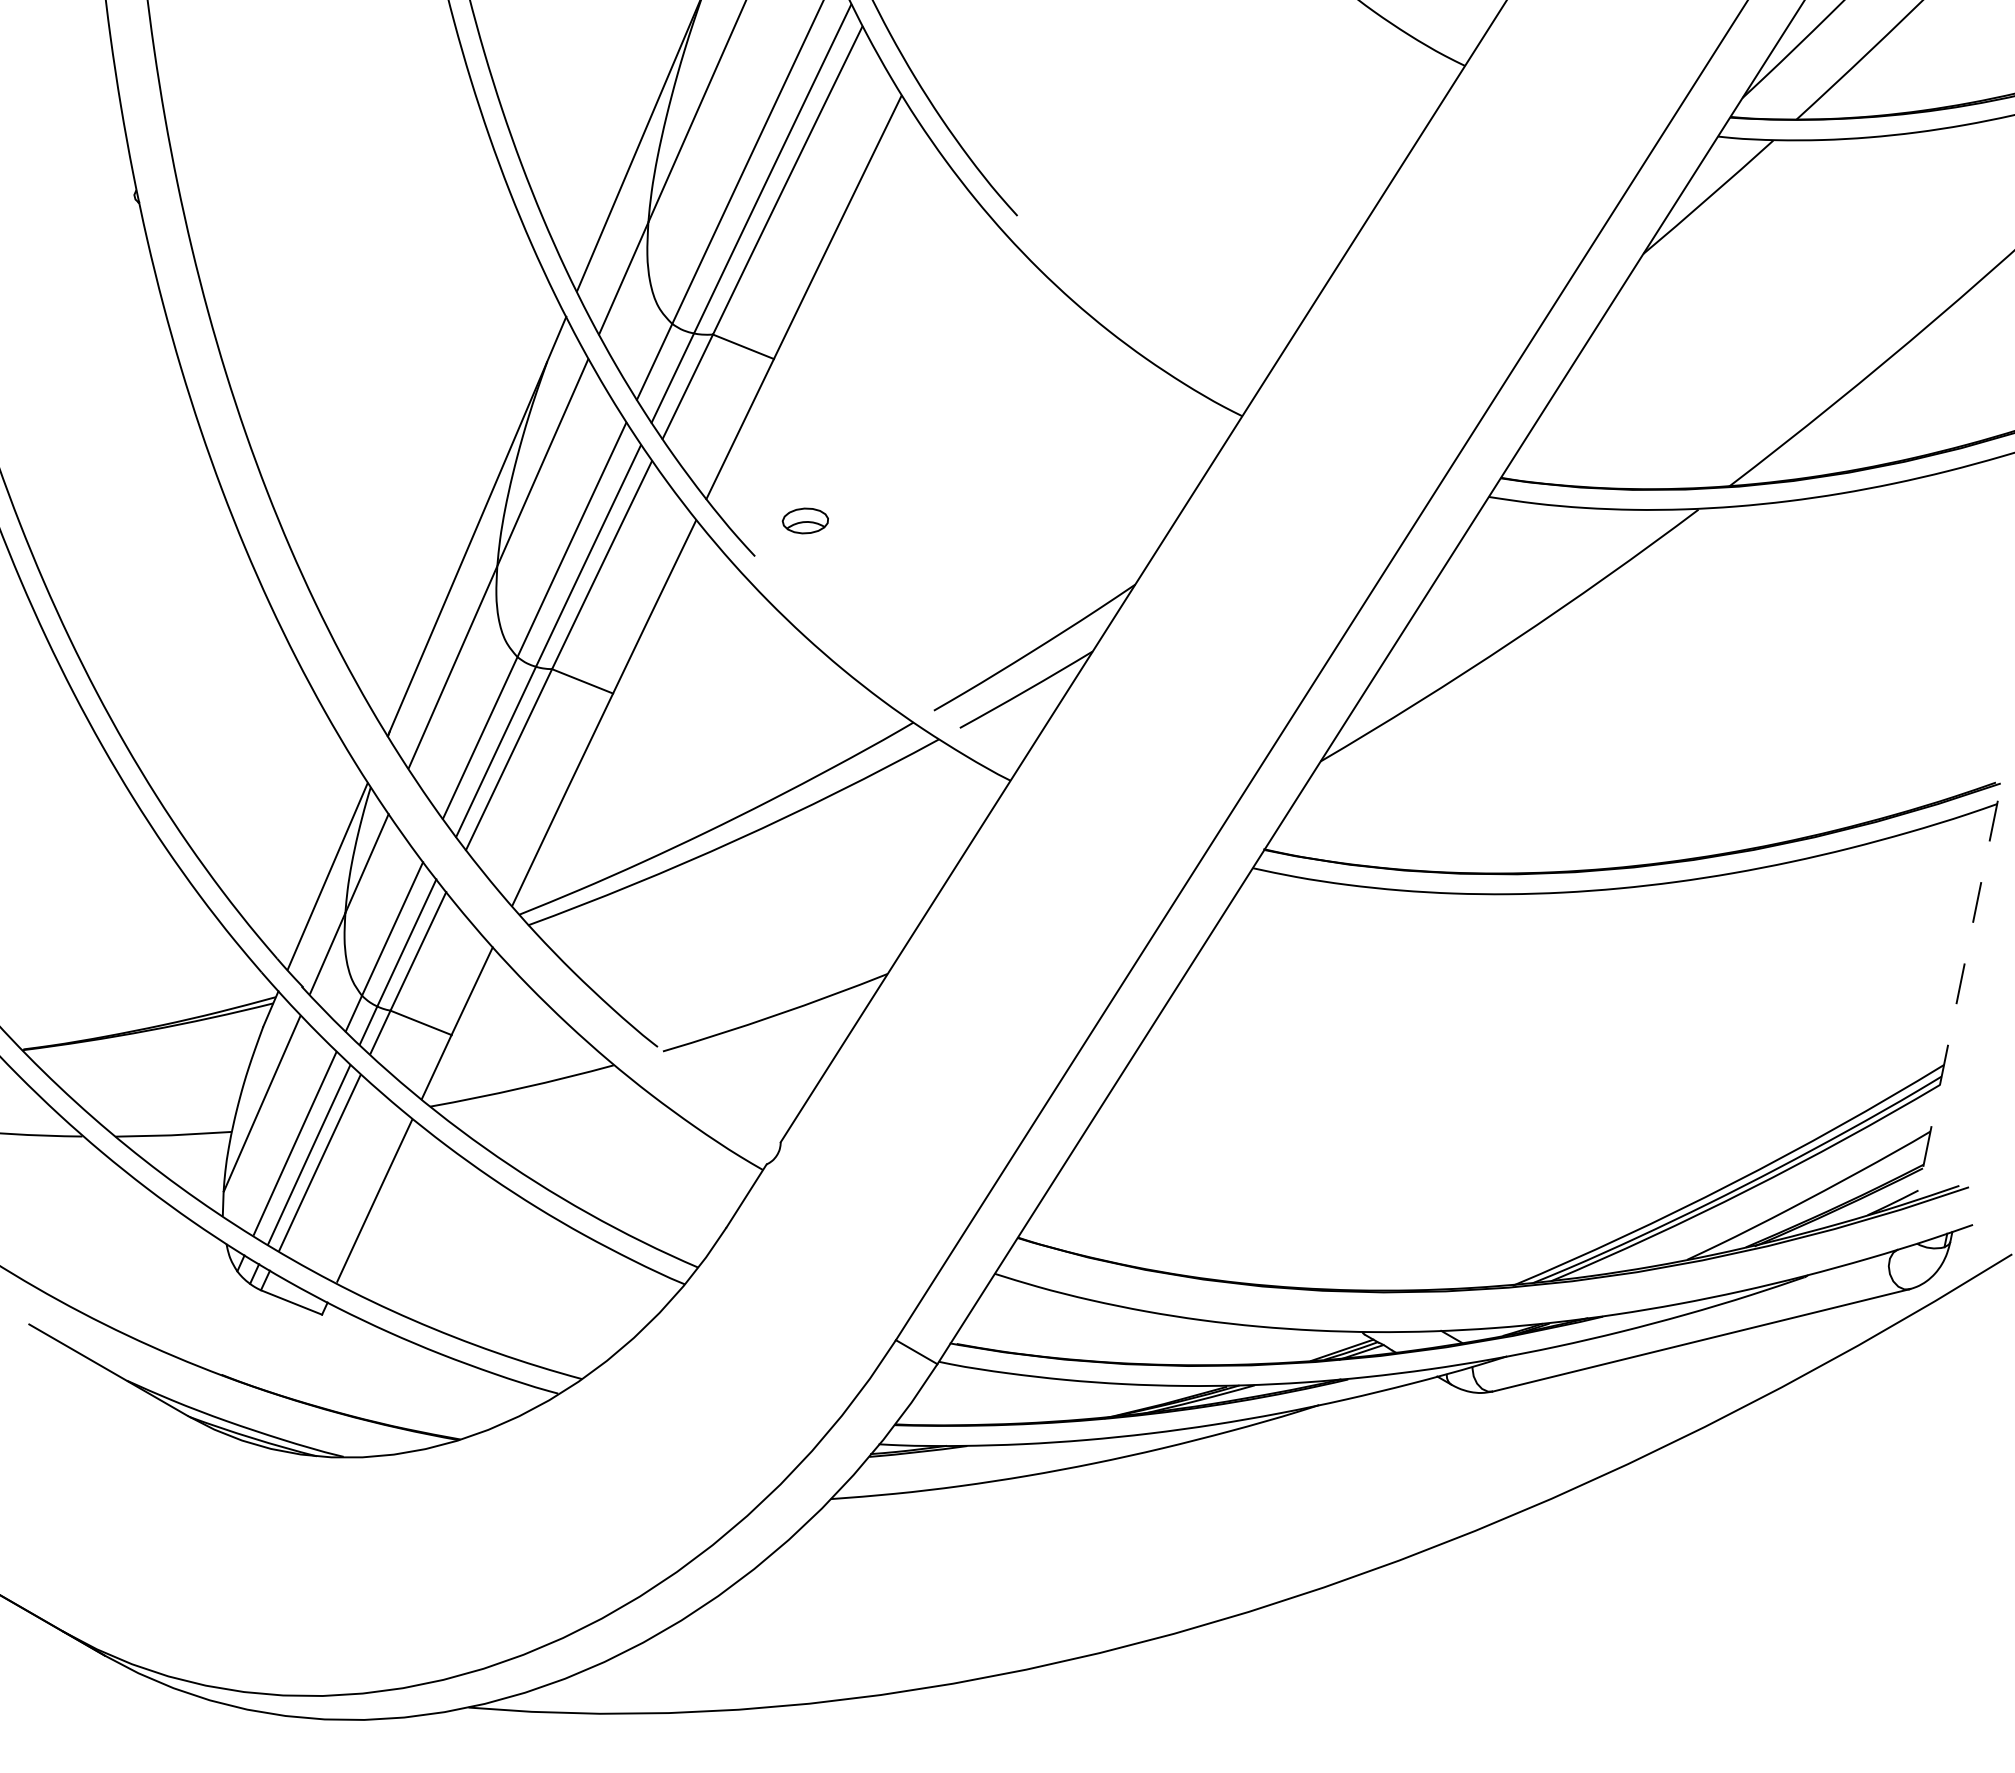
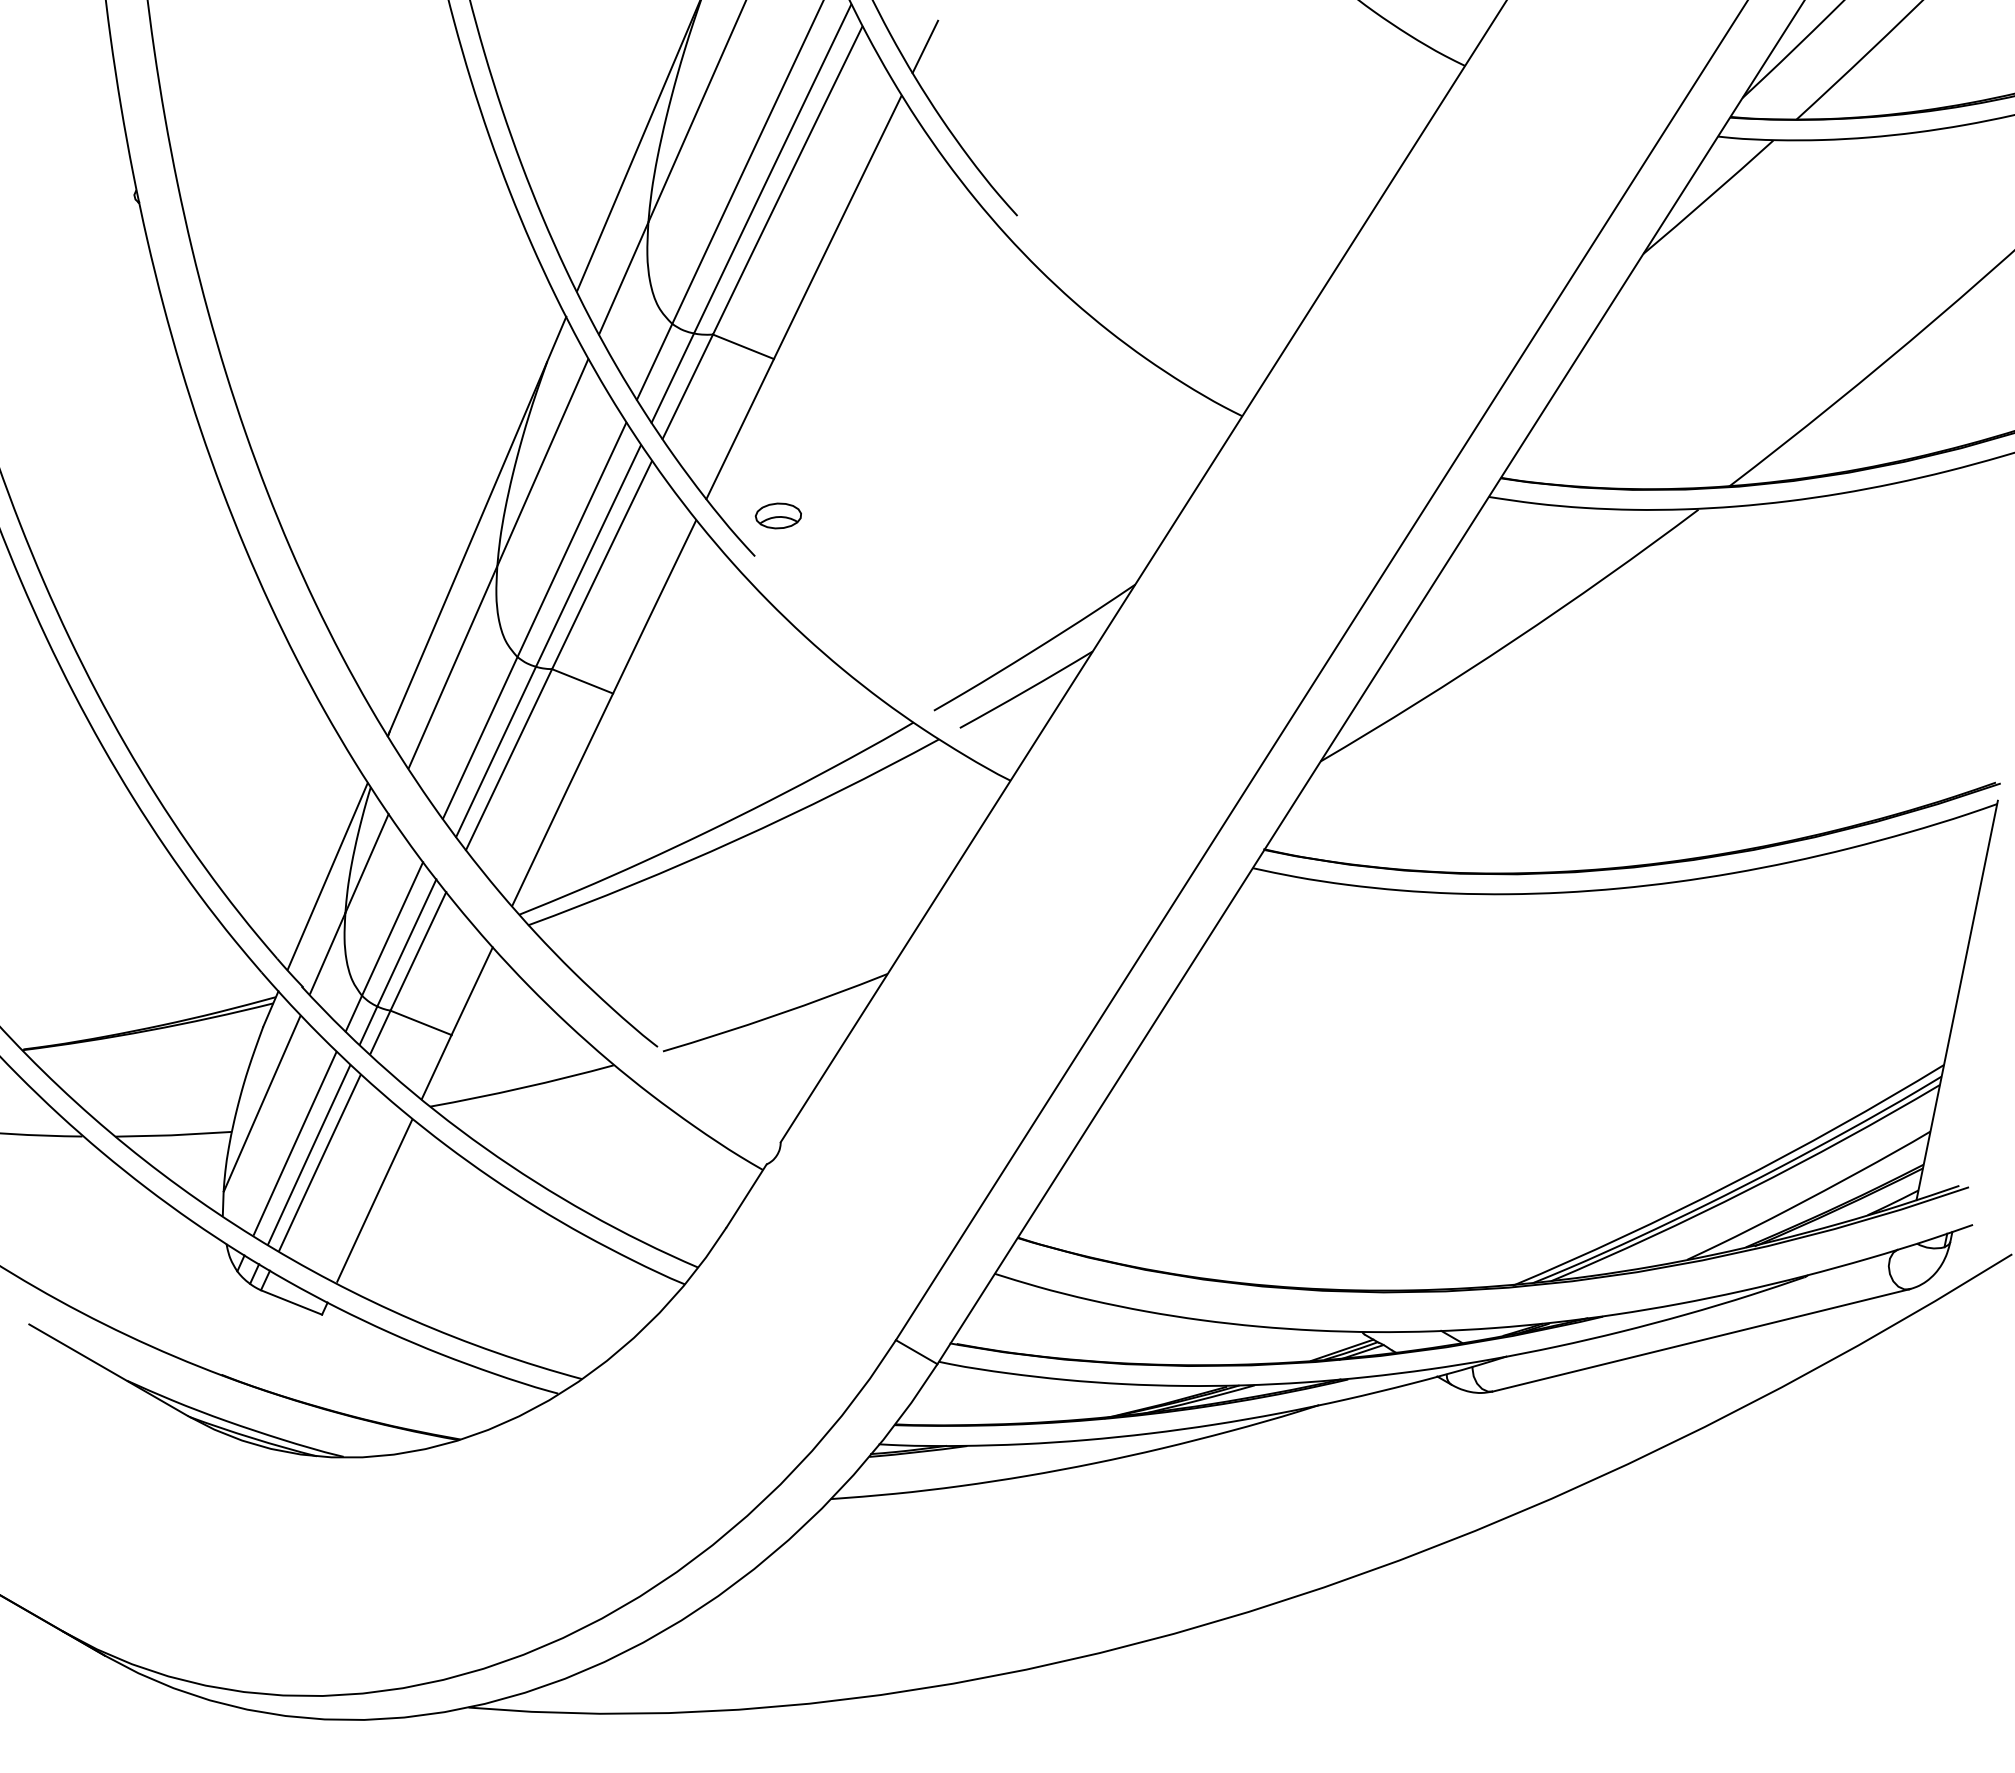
line at (925, 46): none -> present
part at (804, 520) position: (804, 520) -> (777, 515)
line at (1957, 1000): dashed -> solid
